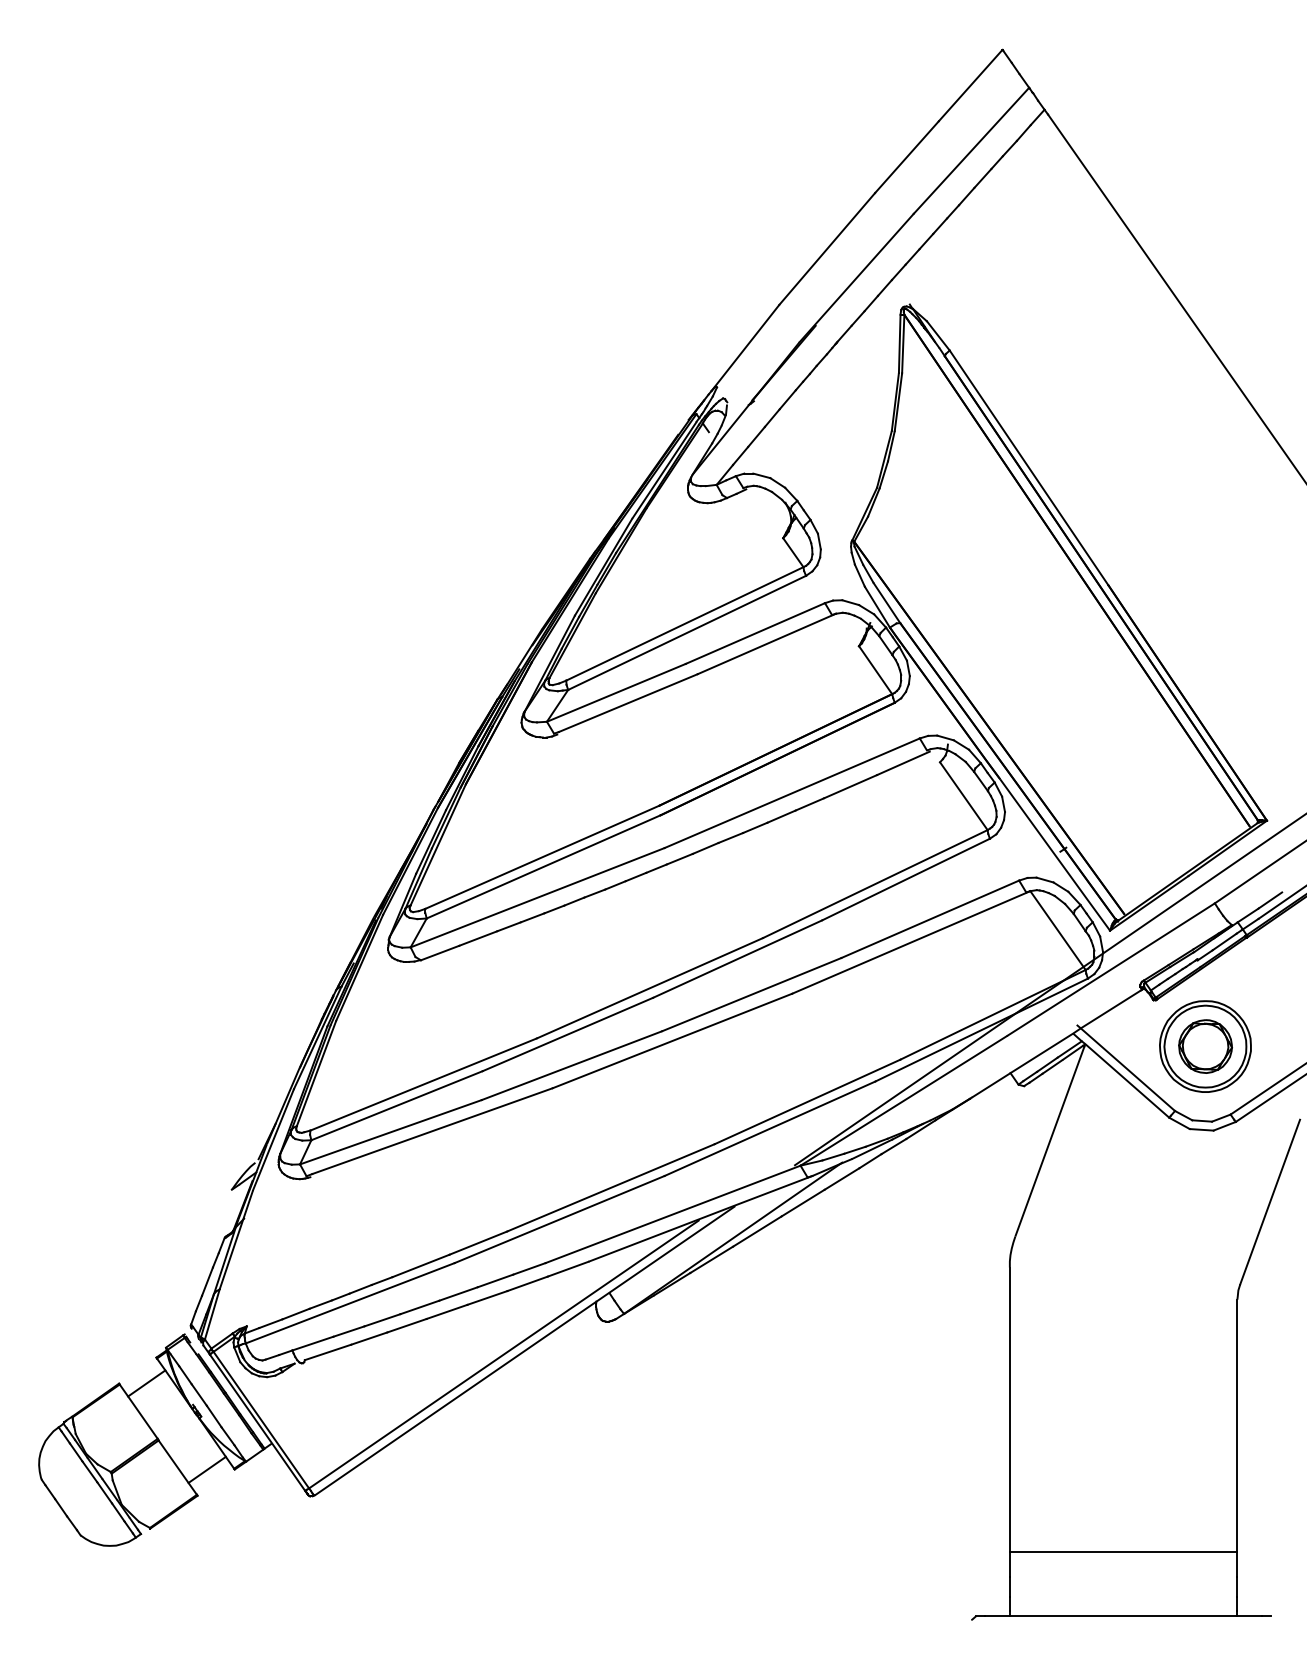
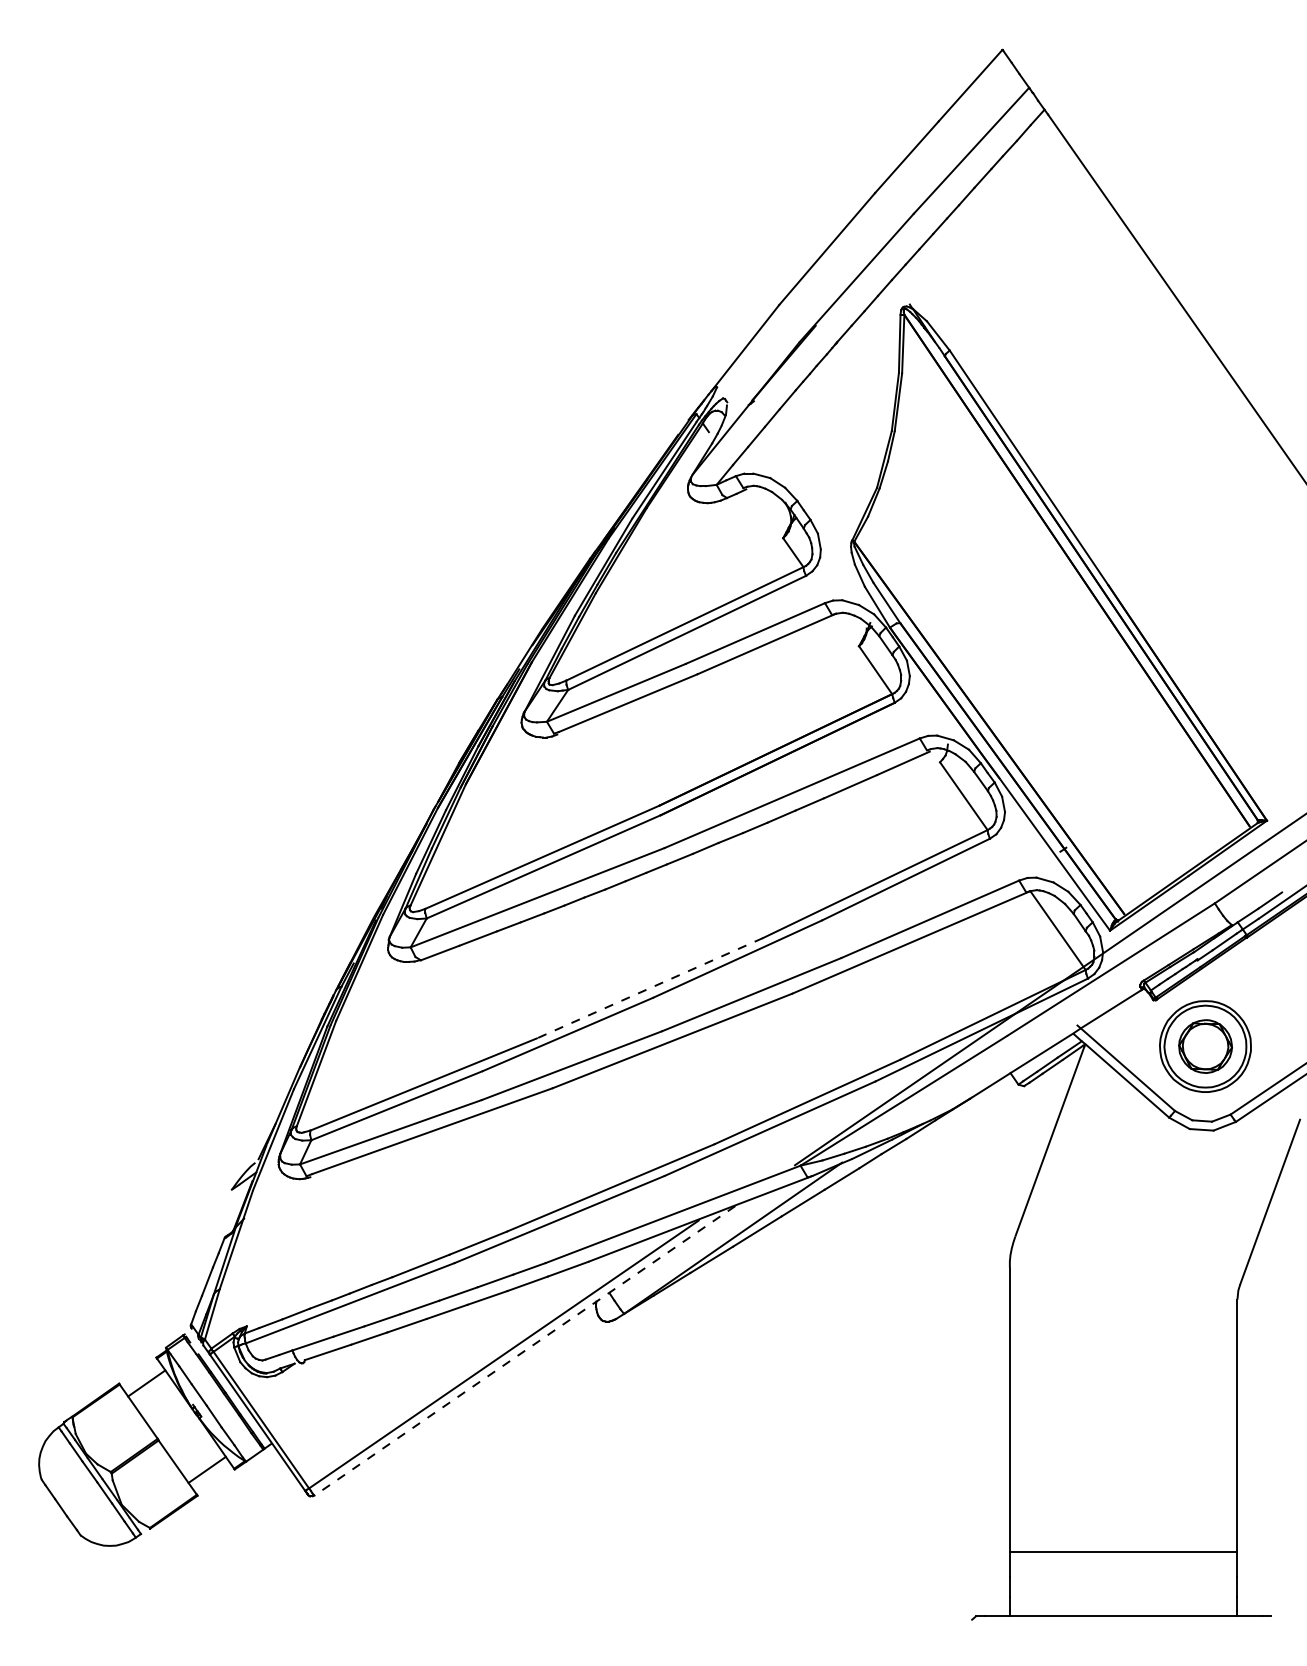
line at (649, 988): solid -> dashed
line at (524, 1350): solid -> dashed
